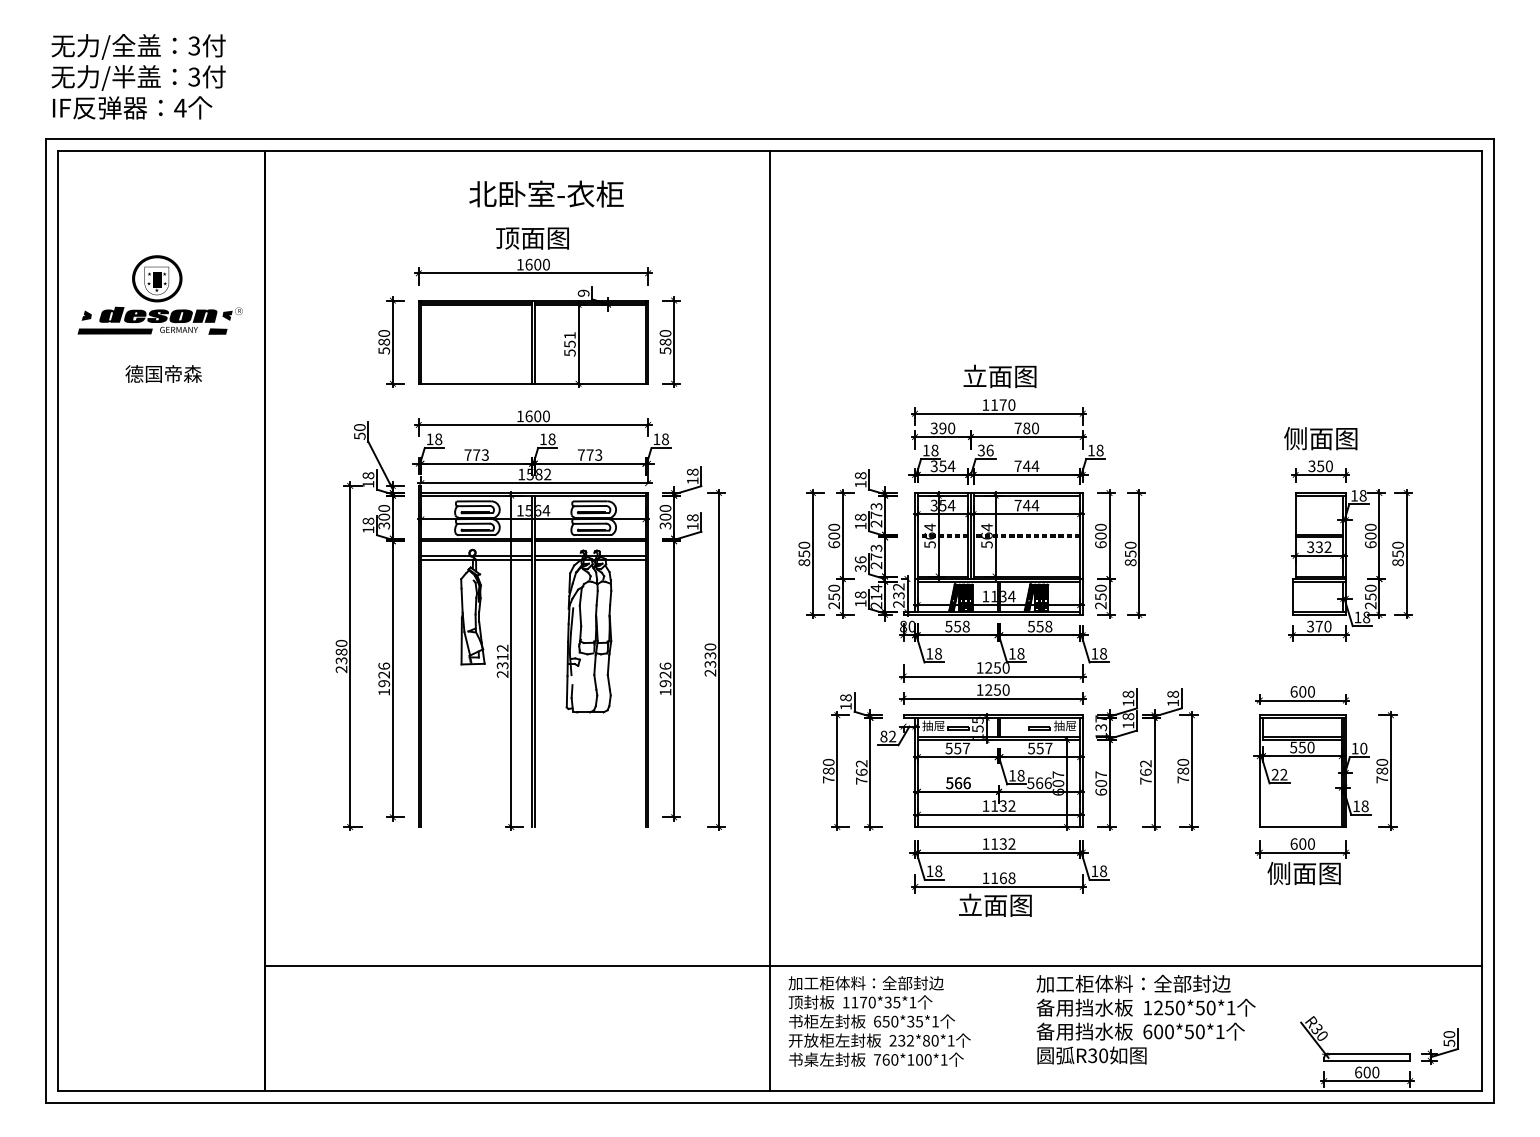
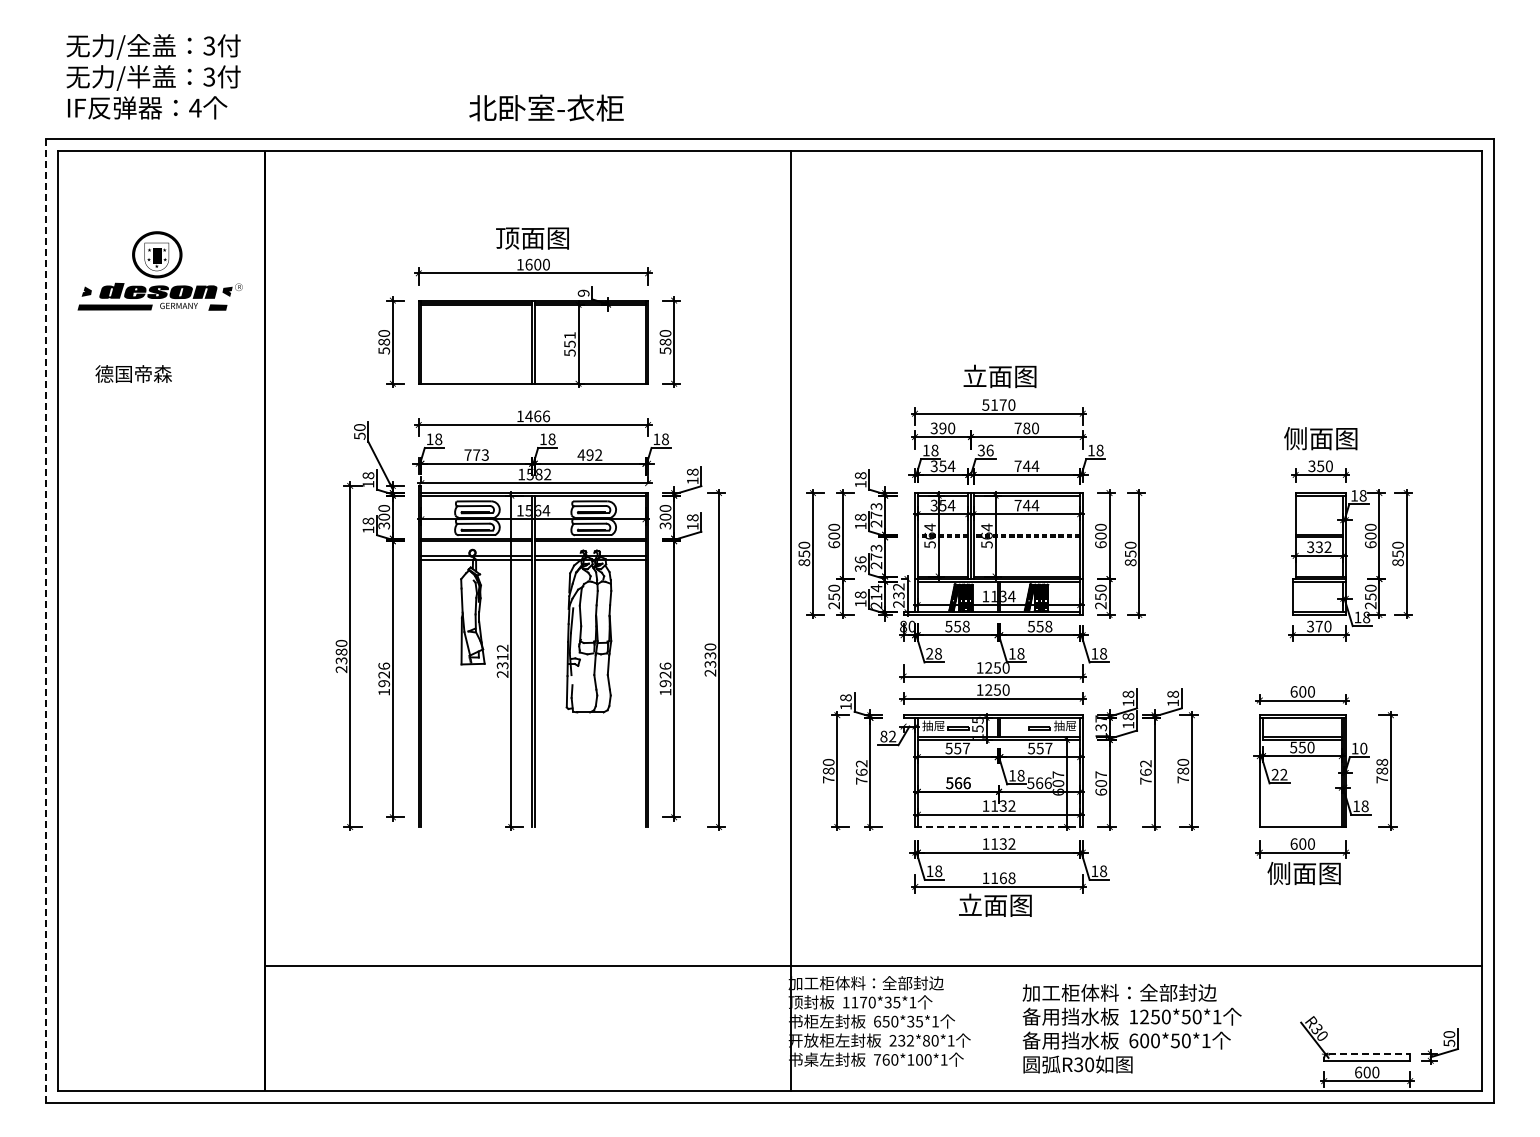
text at (138, 76) position: (138, 76) -> (153, 76)
text at (546, 193) position: (546, 193) -> (546, 107)
part at (159, 294) position: (159, 294) -> (159, 270)
text at (163, 373) position: (163, 373) -> (133, 373)
text at (985, 404): 1170 -> 5170
text at (537, 416): 1600 -> 1466
text at (589, 454): 773 -> 492
line at (46, 620): solid -> dashed
line at (770, 620) position: (770, 620) -> (791, 620)
text at (929, 653): 18 -> 28
text at (1382, 761): 780 -> 788
line at (999, 827): solid -> dashed
text at (1145, 1019) position: (1145, 1019) -> (1131, 1028)
line at (1369, 1053): solid -> dashed
